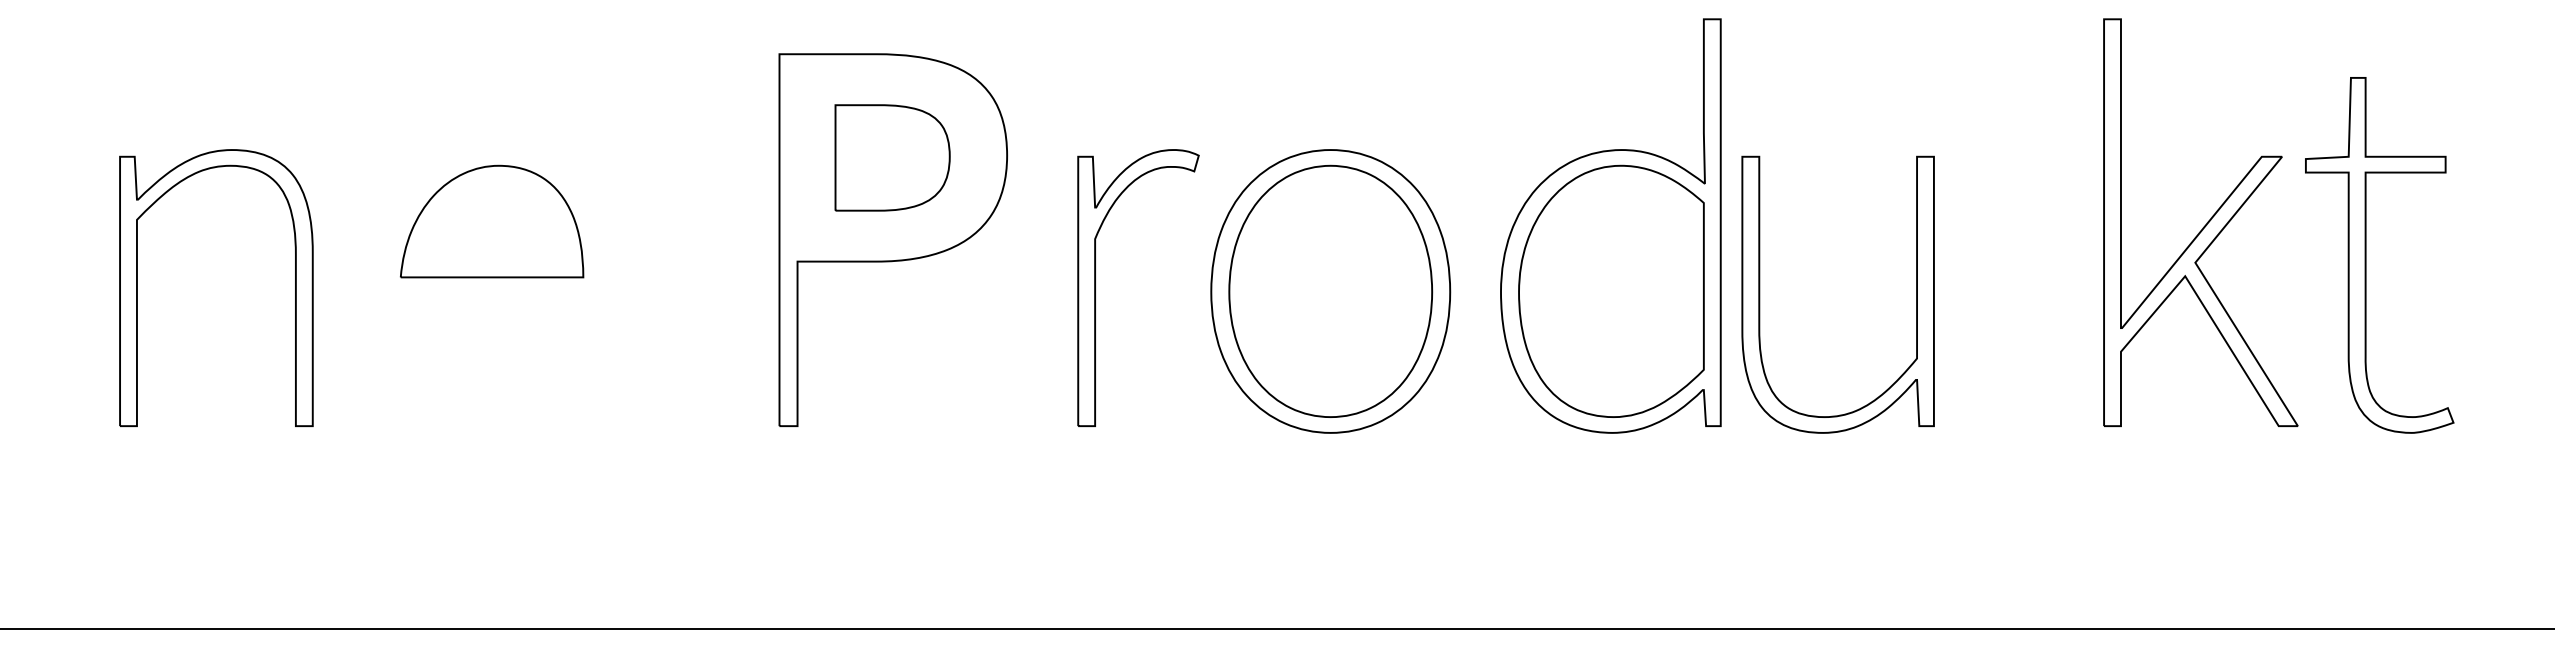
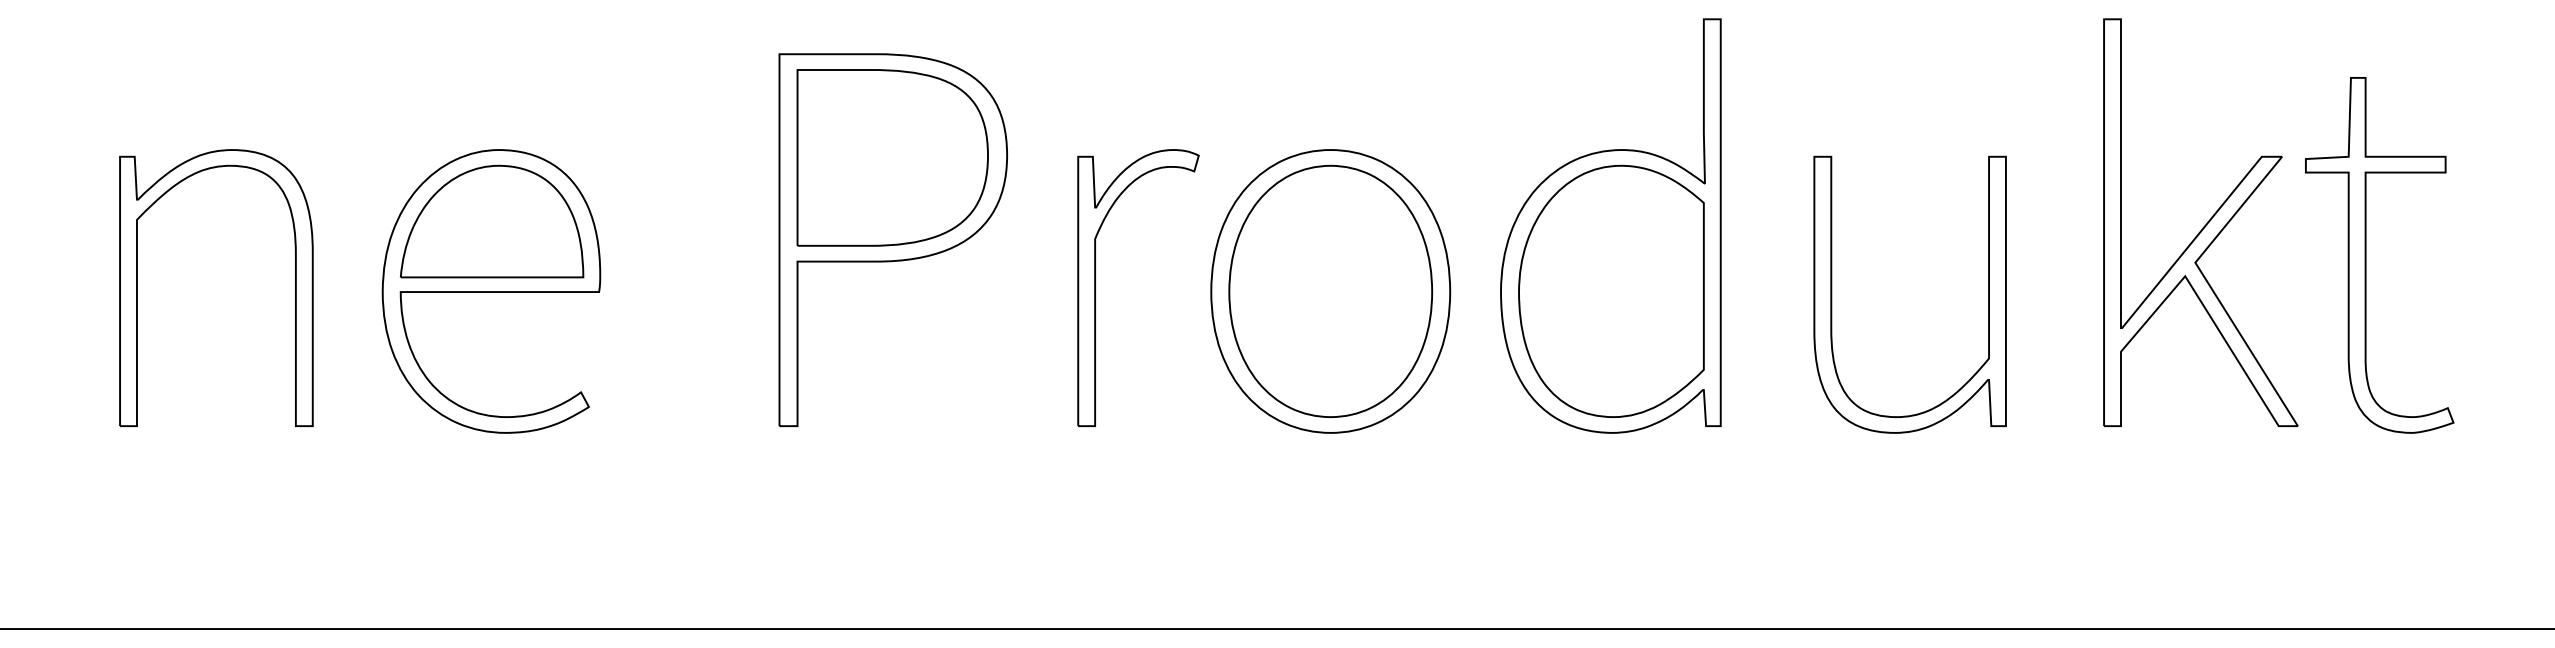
part at (892, 157) size: 117x108 px -> 193x178 px
part at (491, 291): none -> present
part at (1760, 294) position: (1760, 294) -> (1832, 294)
